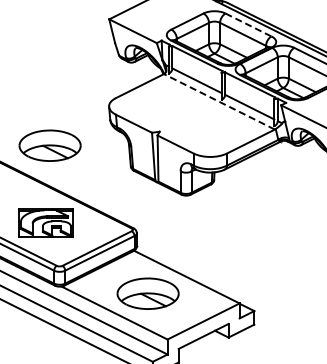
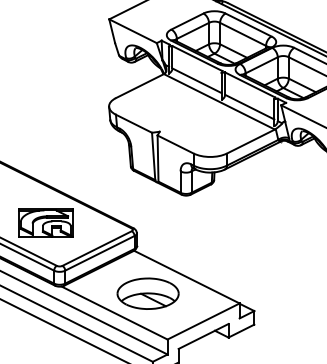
line at (248, 25): dashed -> solid
line at (219, 101): dashed -> solid
part at (49, 145): present -> none
